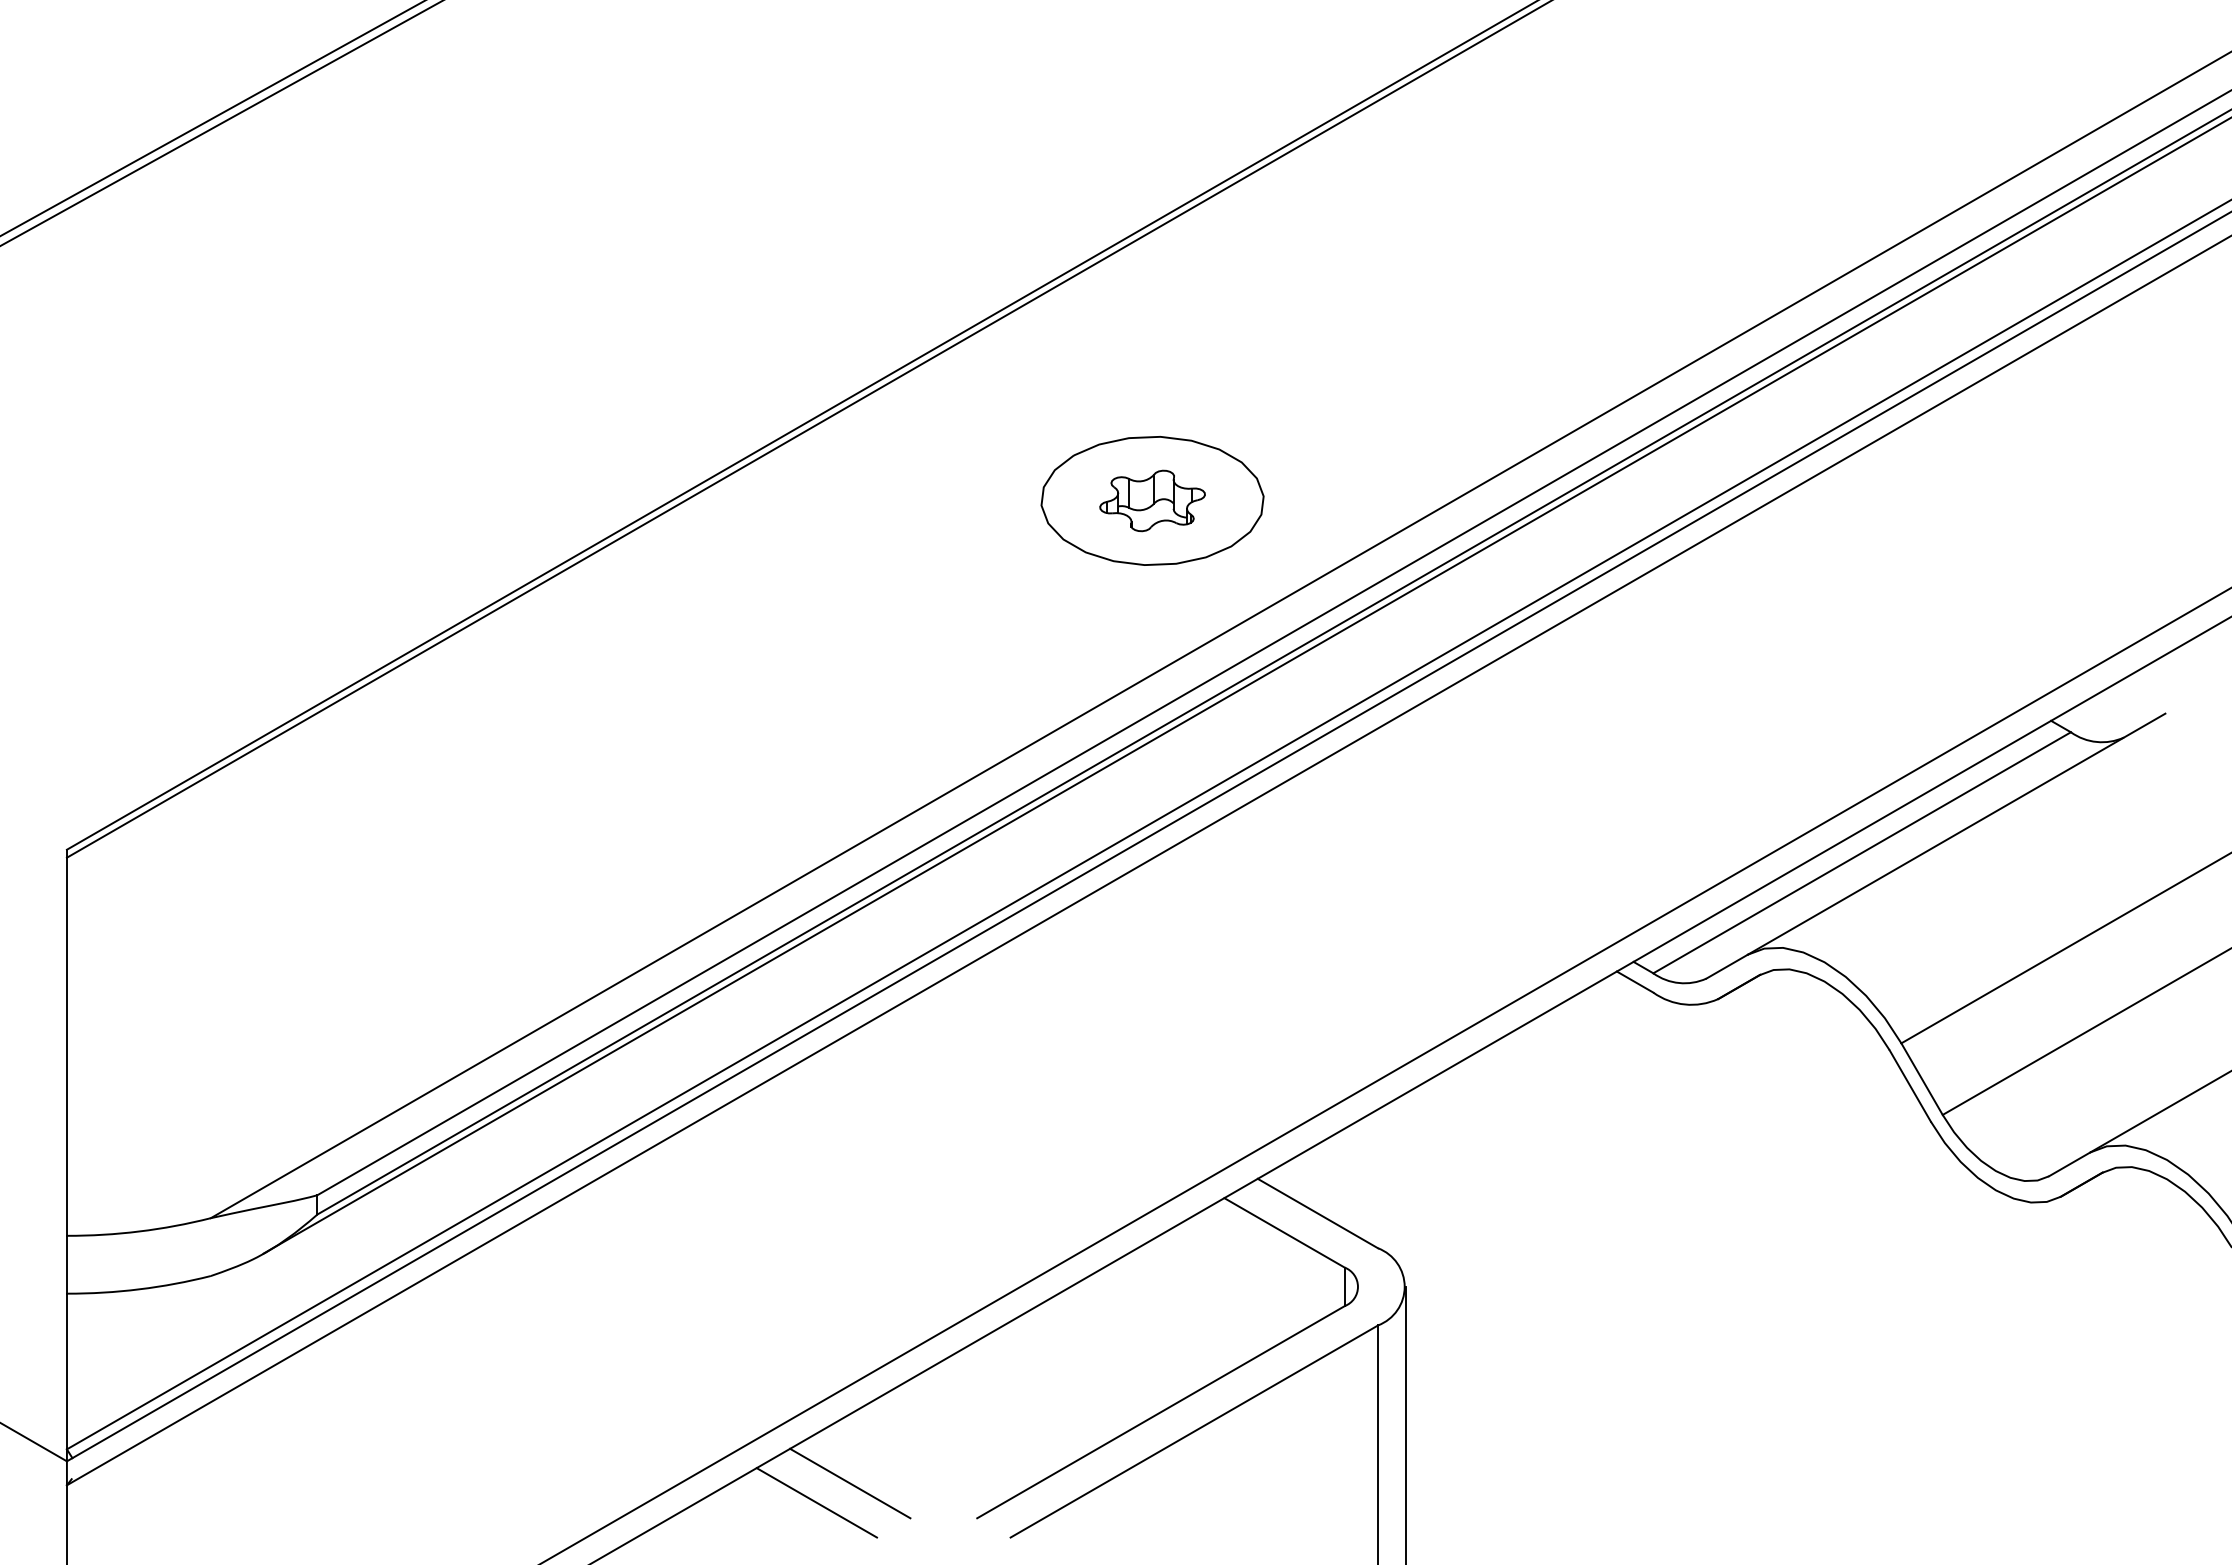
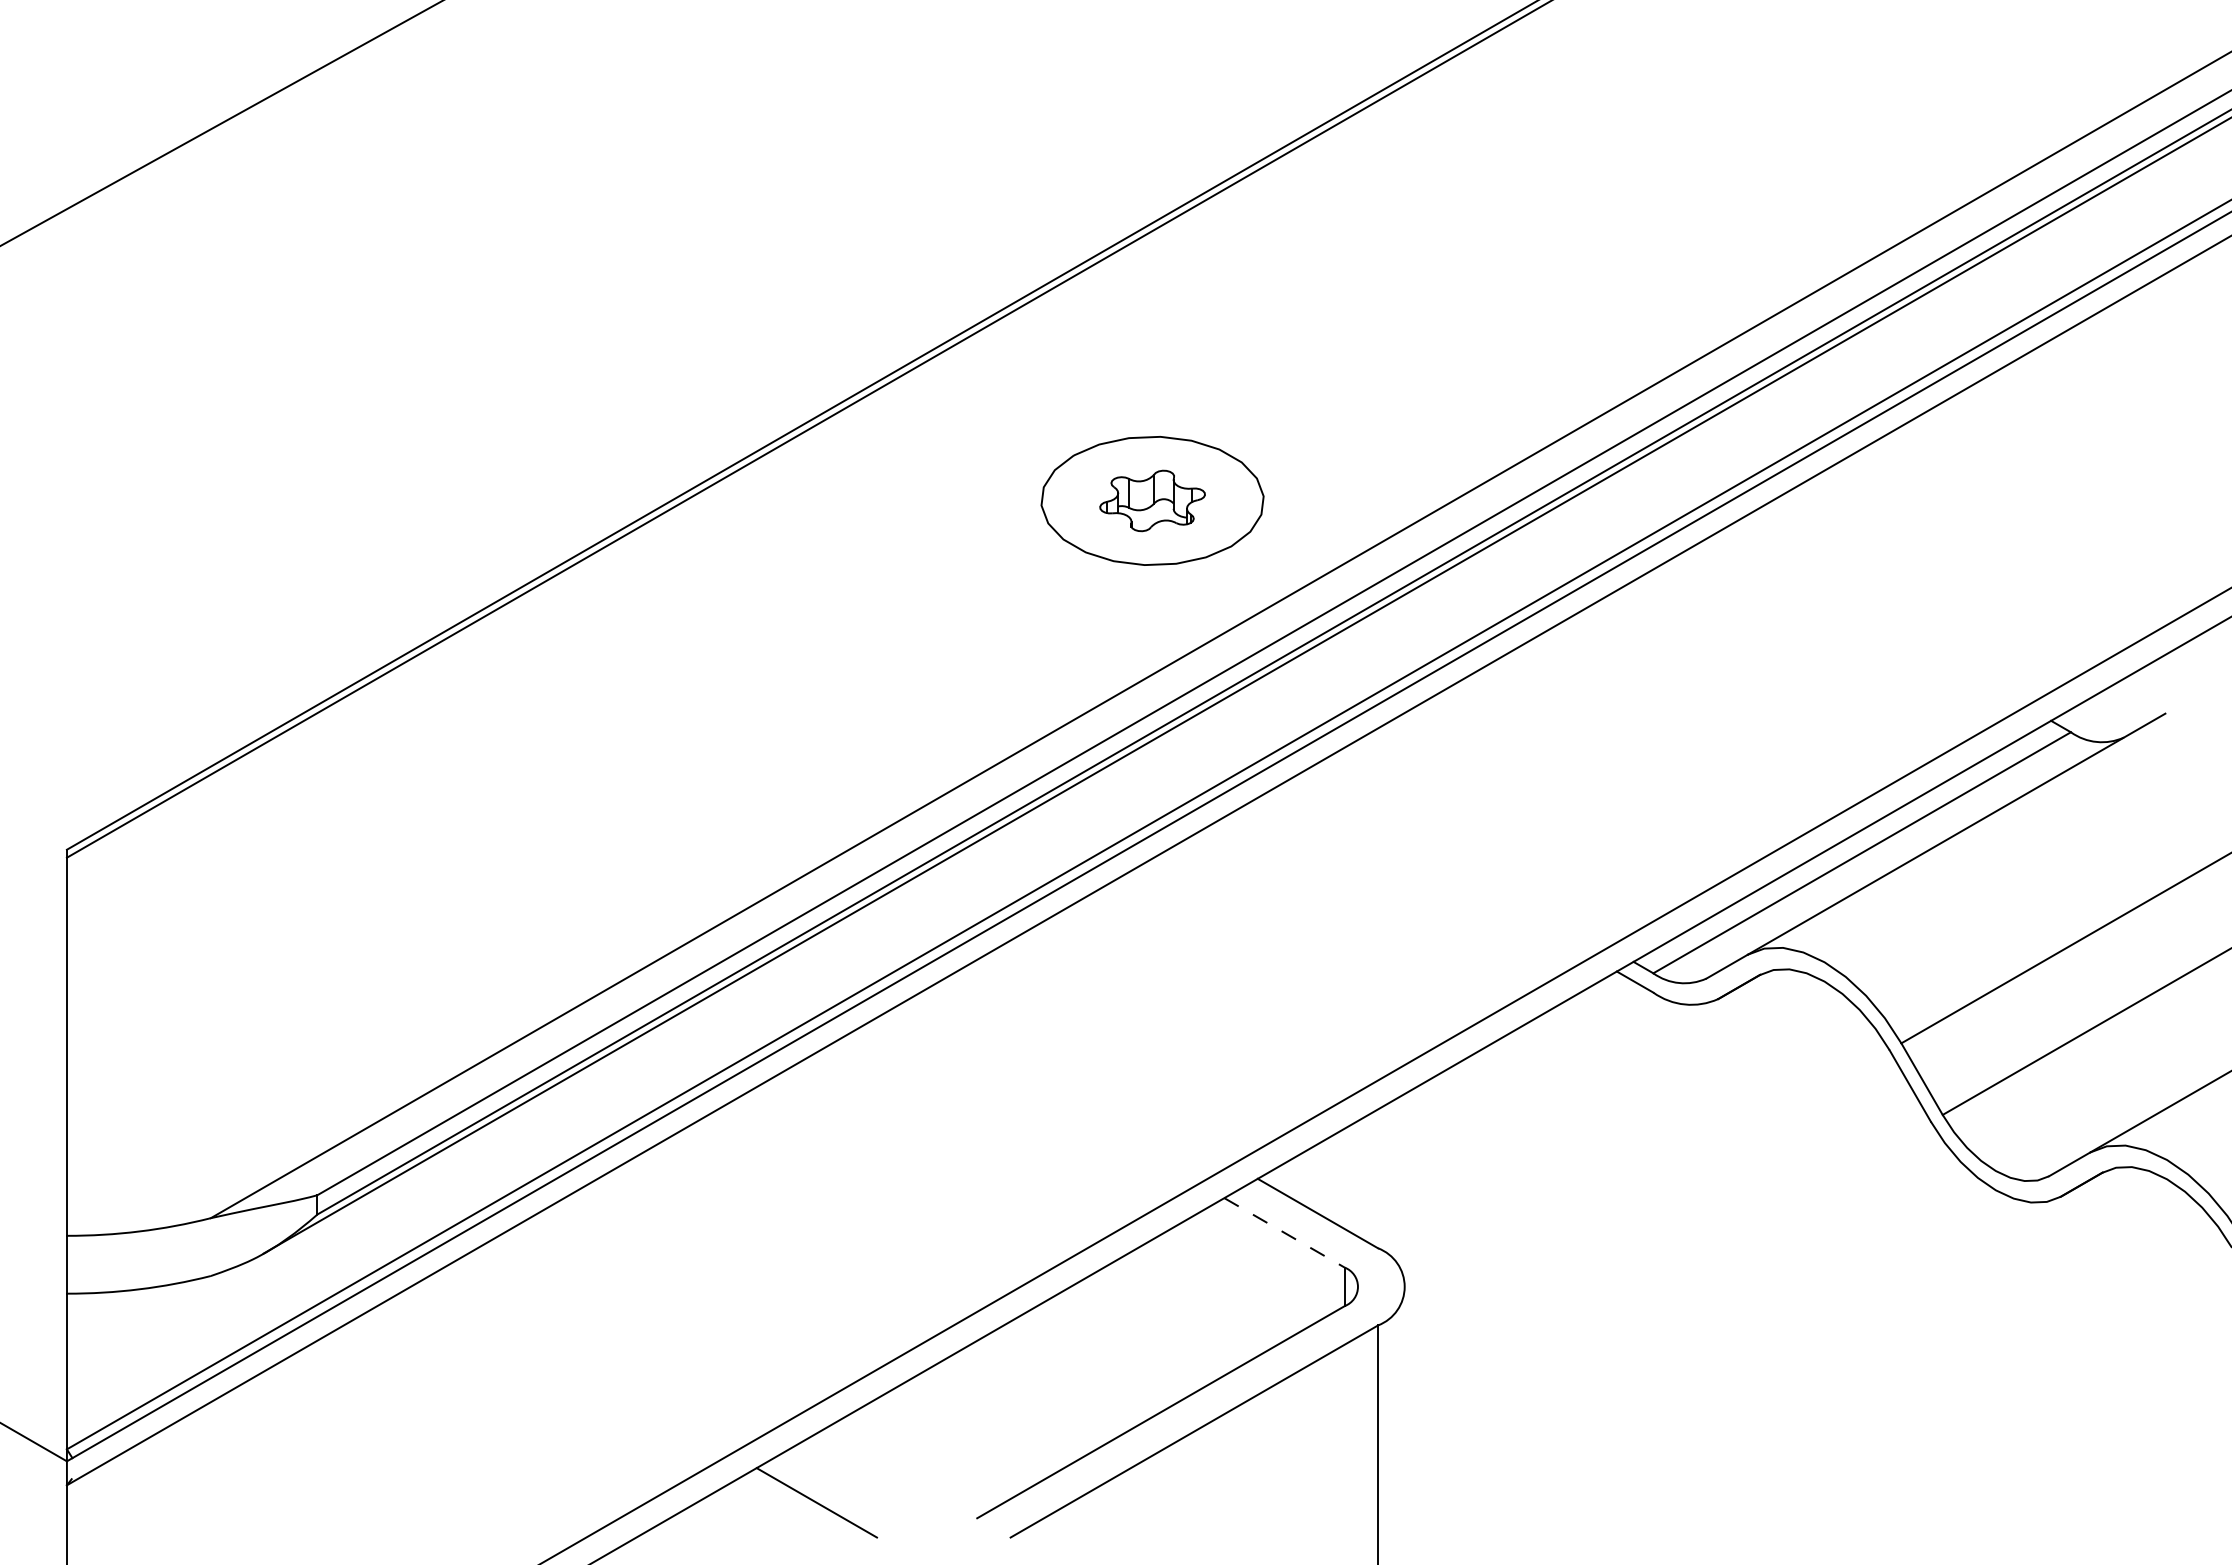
line at (211, 118): present -> none
line at (1284, 1233): solid -> dashed
line at (1405, 1423): present -> none
line at (850, 1483): present -> none
